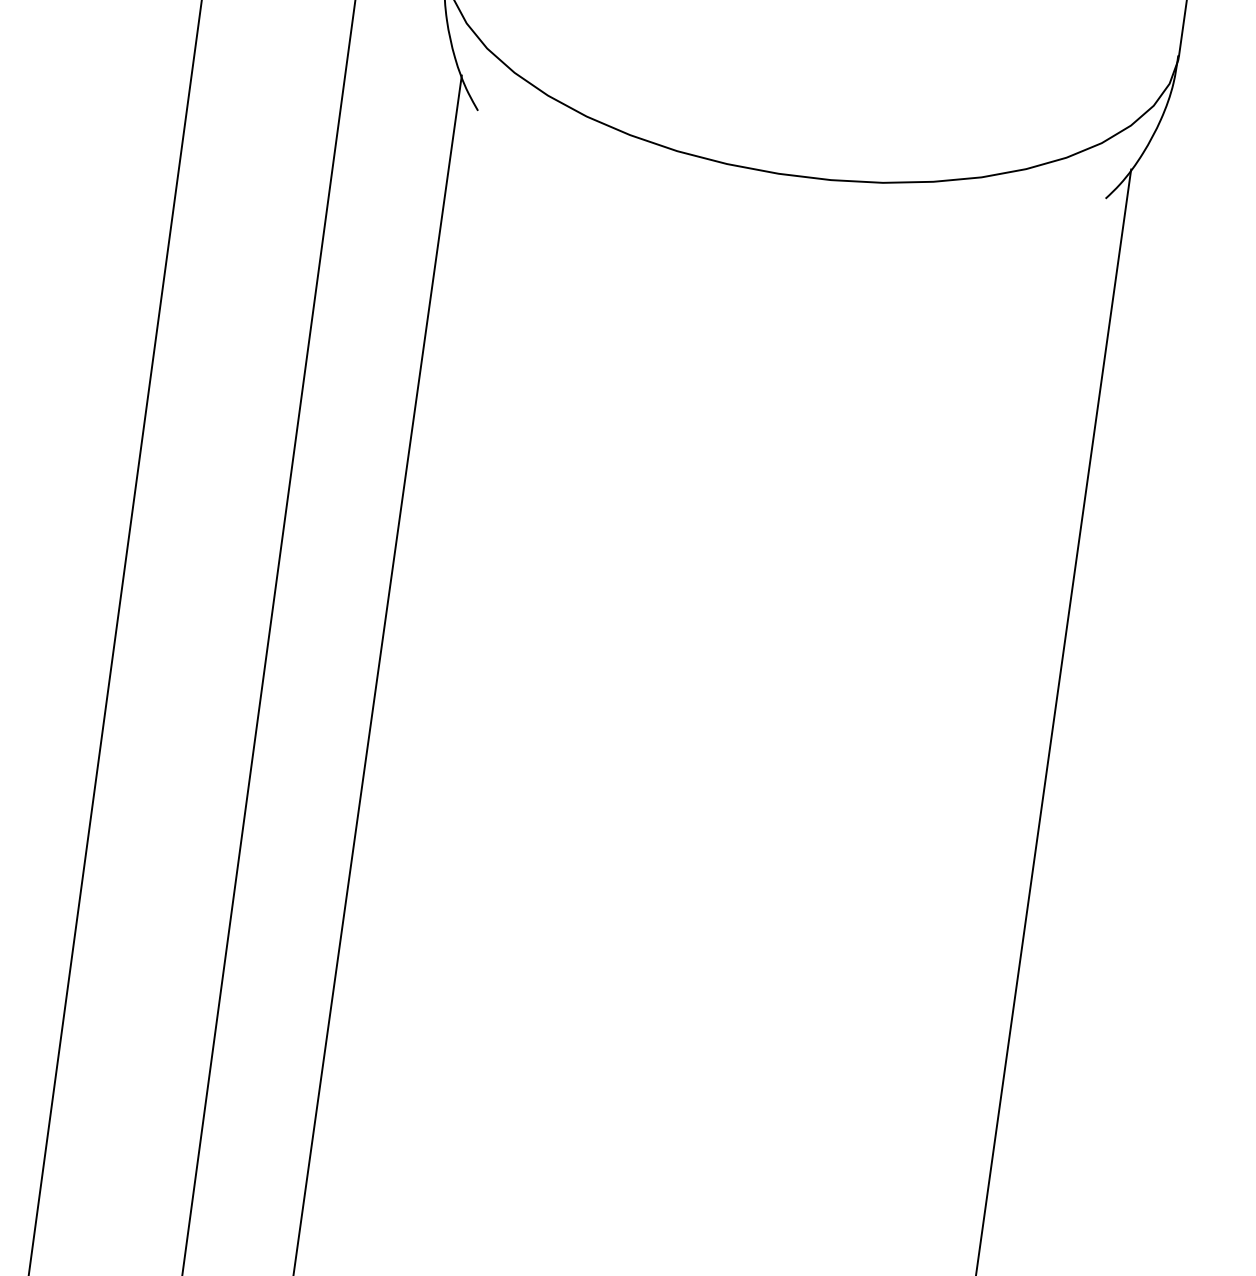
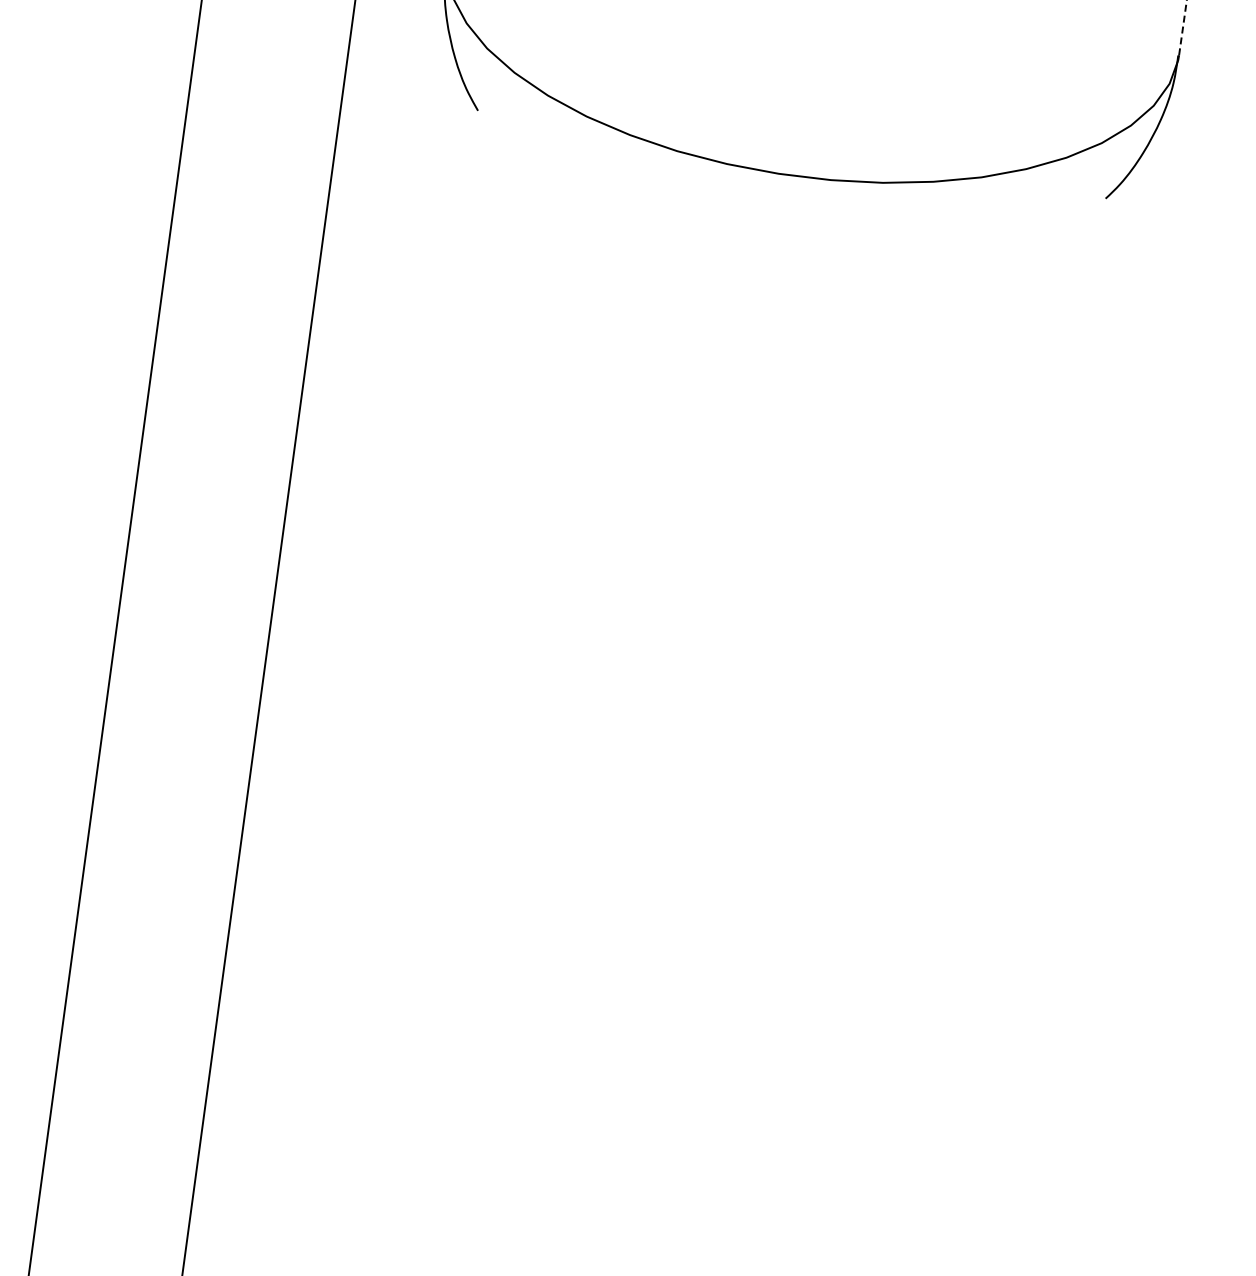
line at (1183, 27): solid -> dashed
line at (377, 673): present -> none
line at (1053, 720): present -> none
